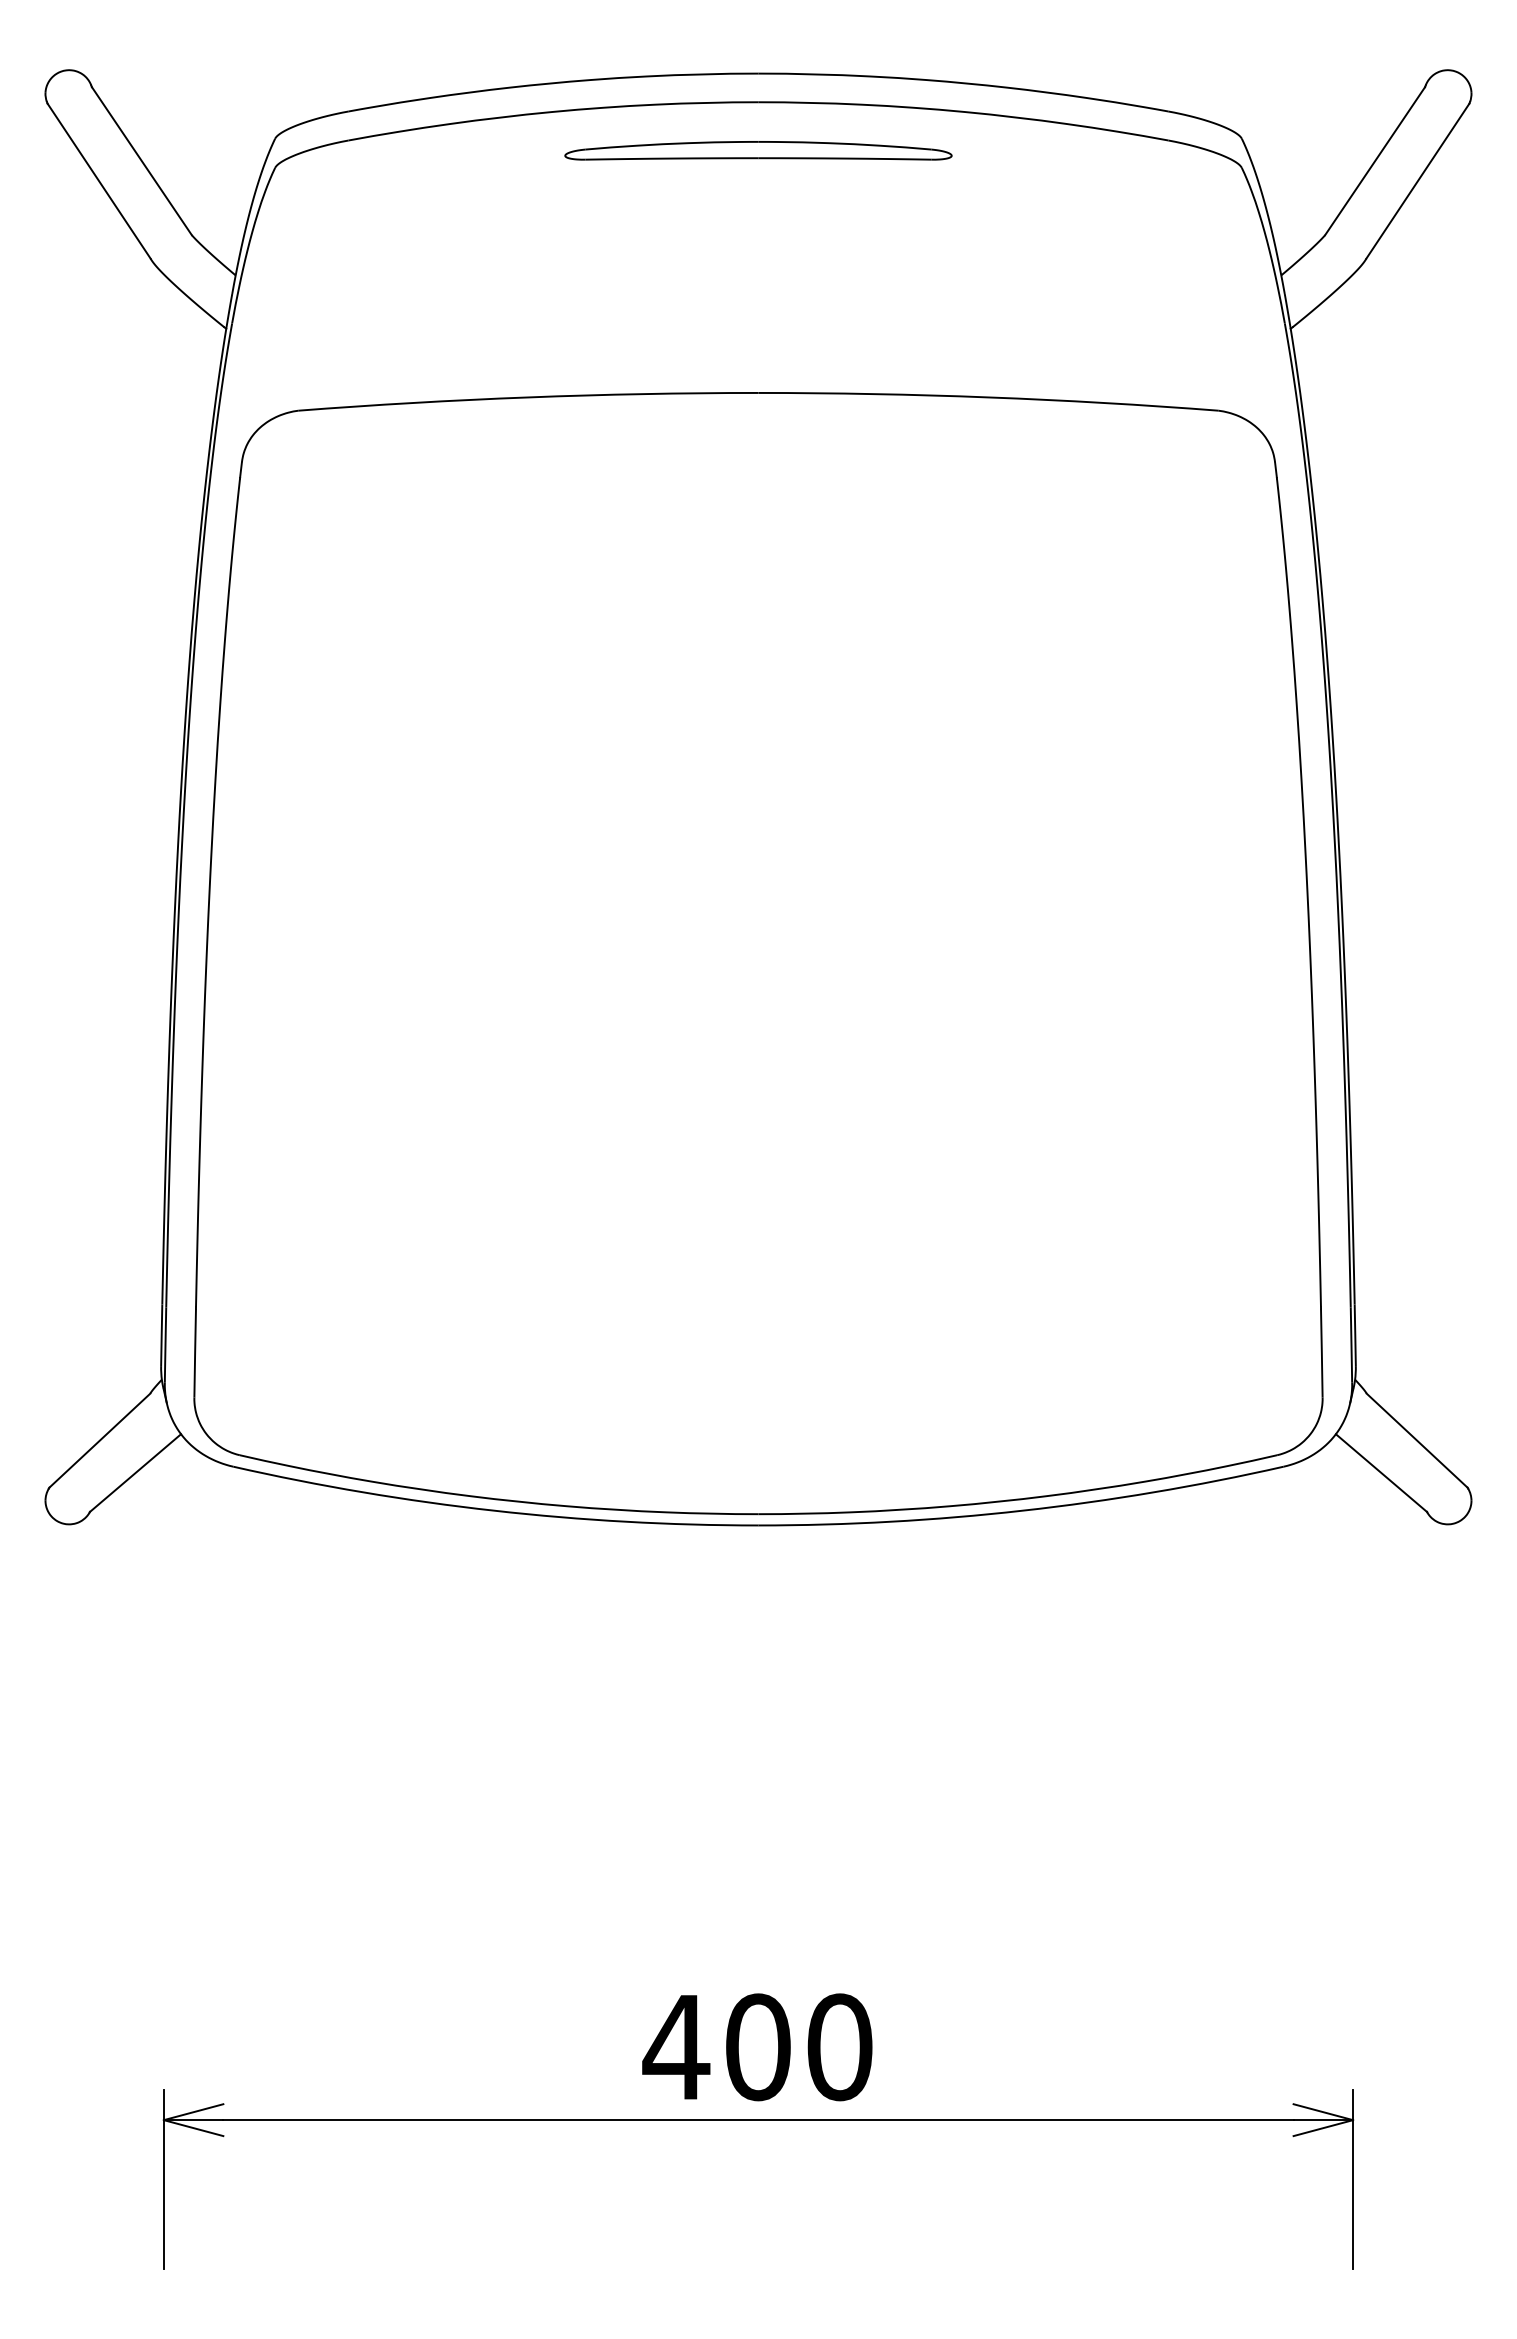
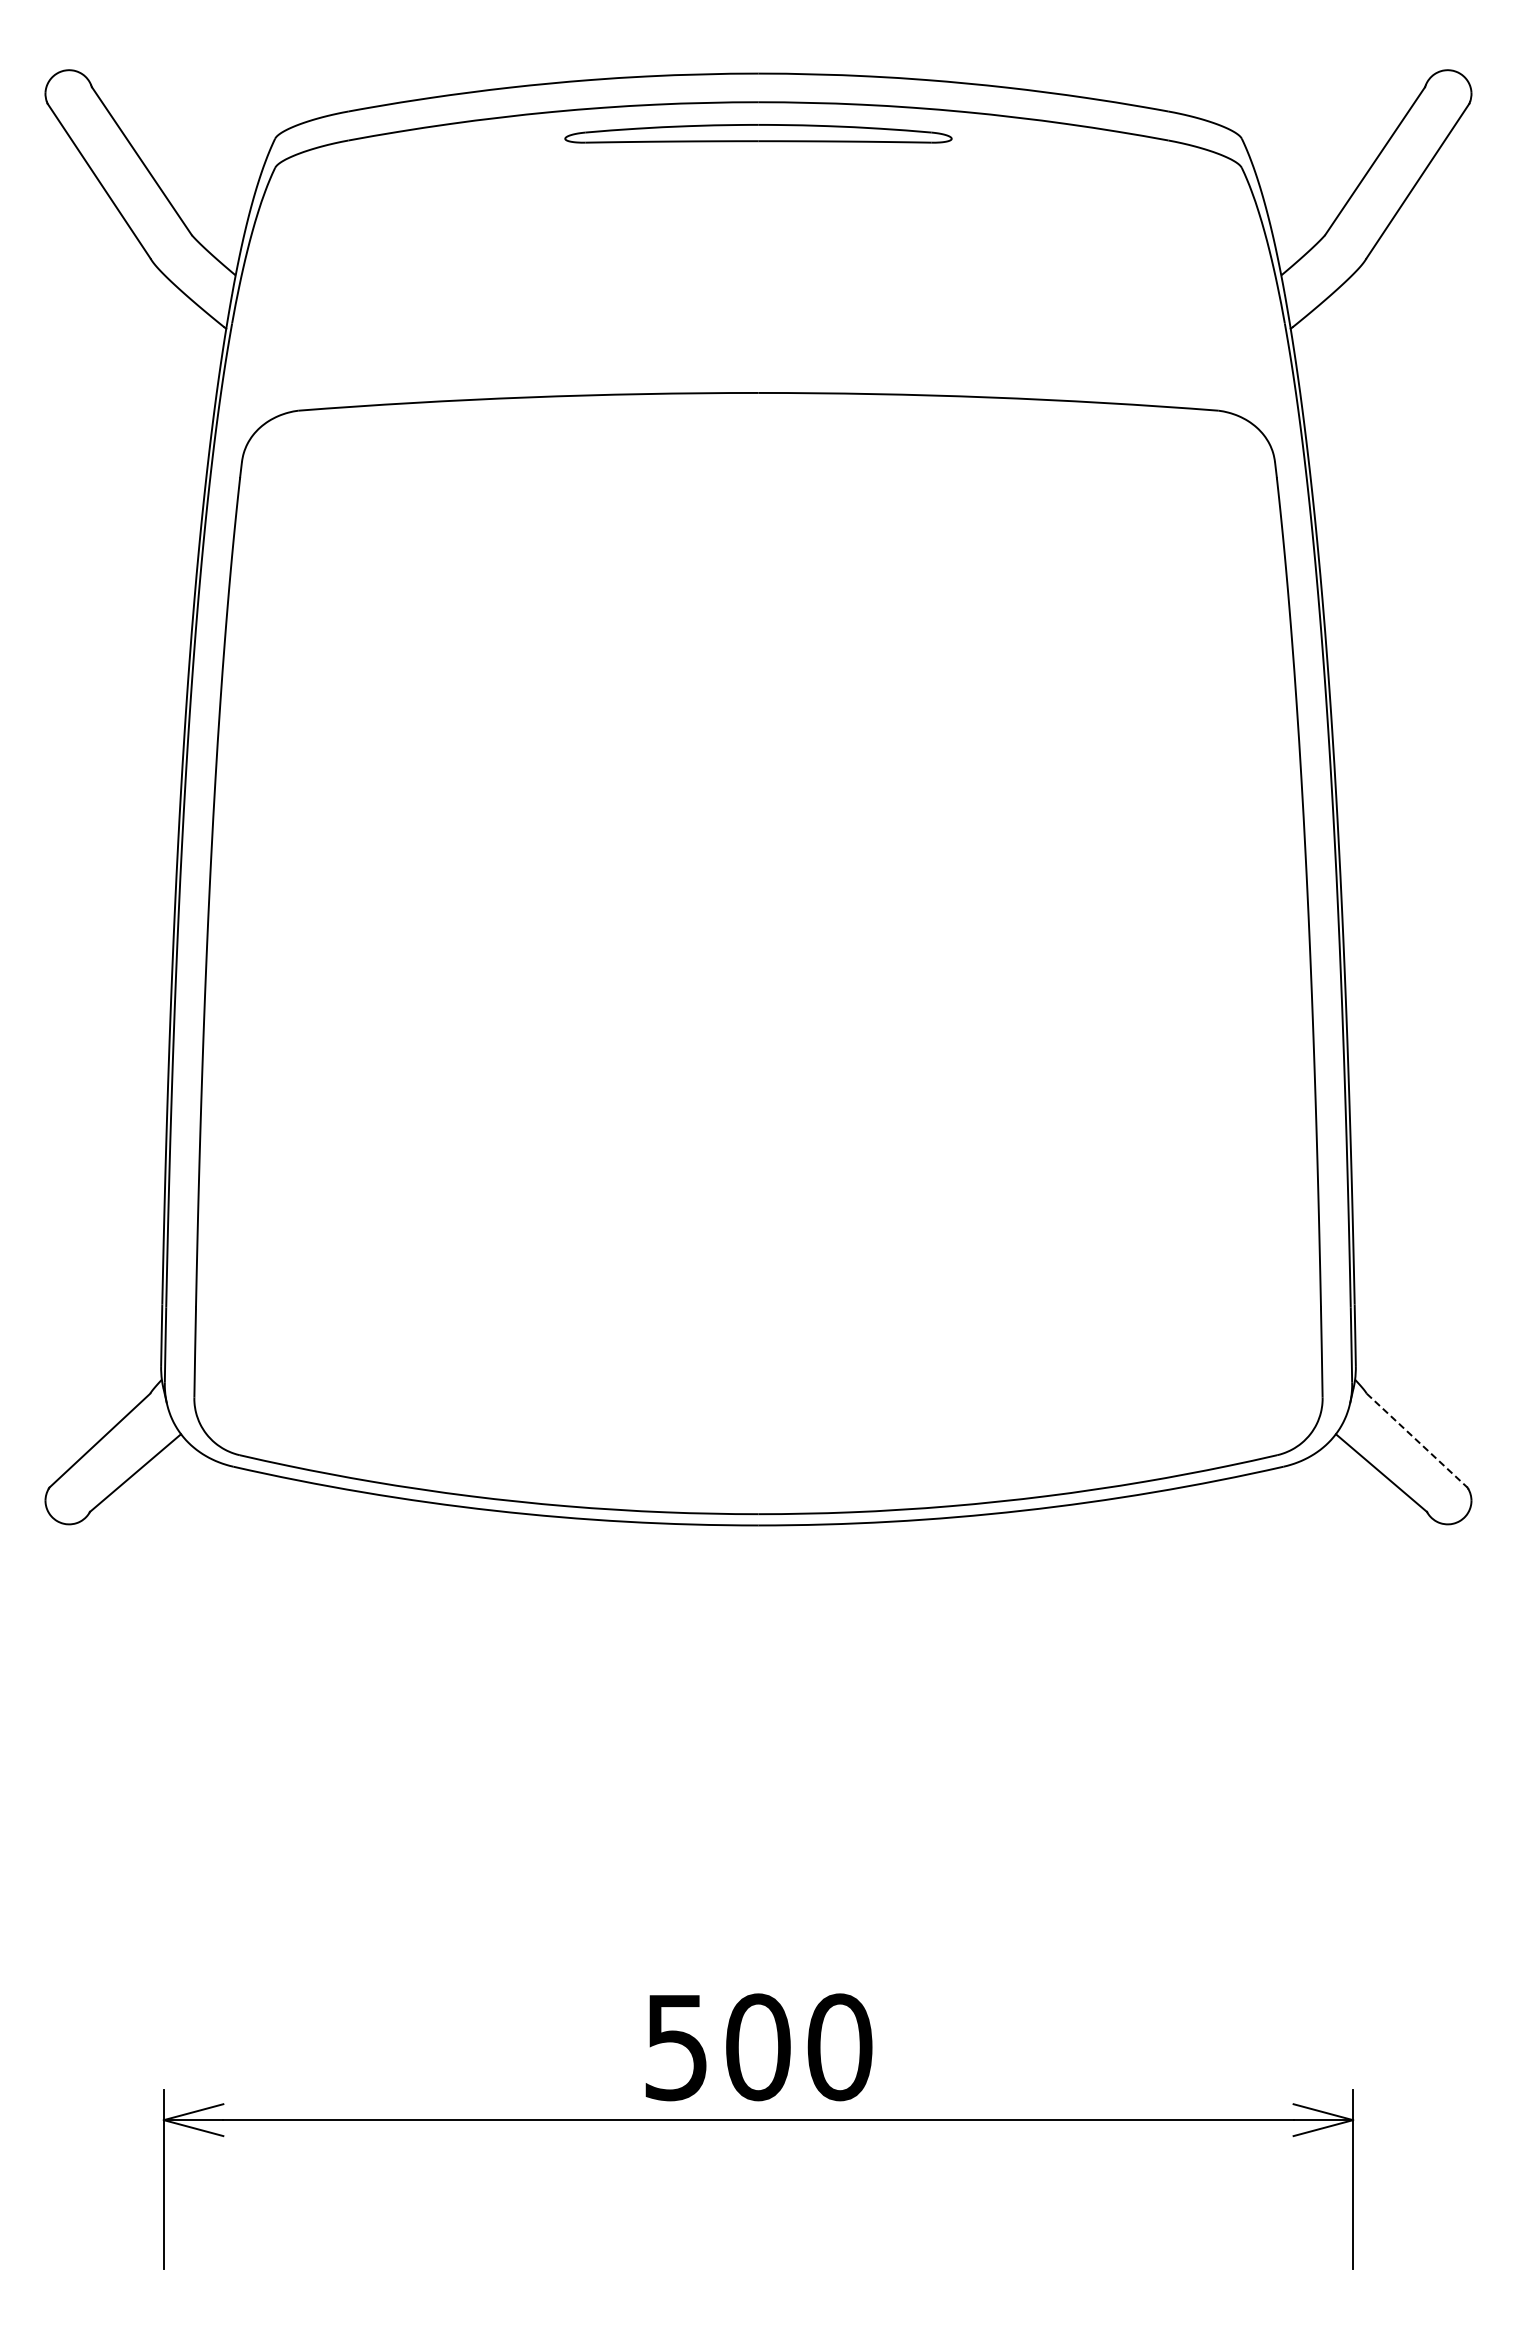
part at (758, 150) position: (758, 150) -> (758, 133)
line at (1417, 1440): solid -> dashed
text at (676, 2048): 400 -> 500
